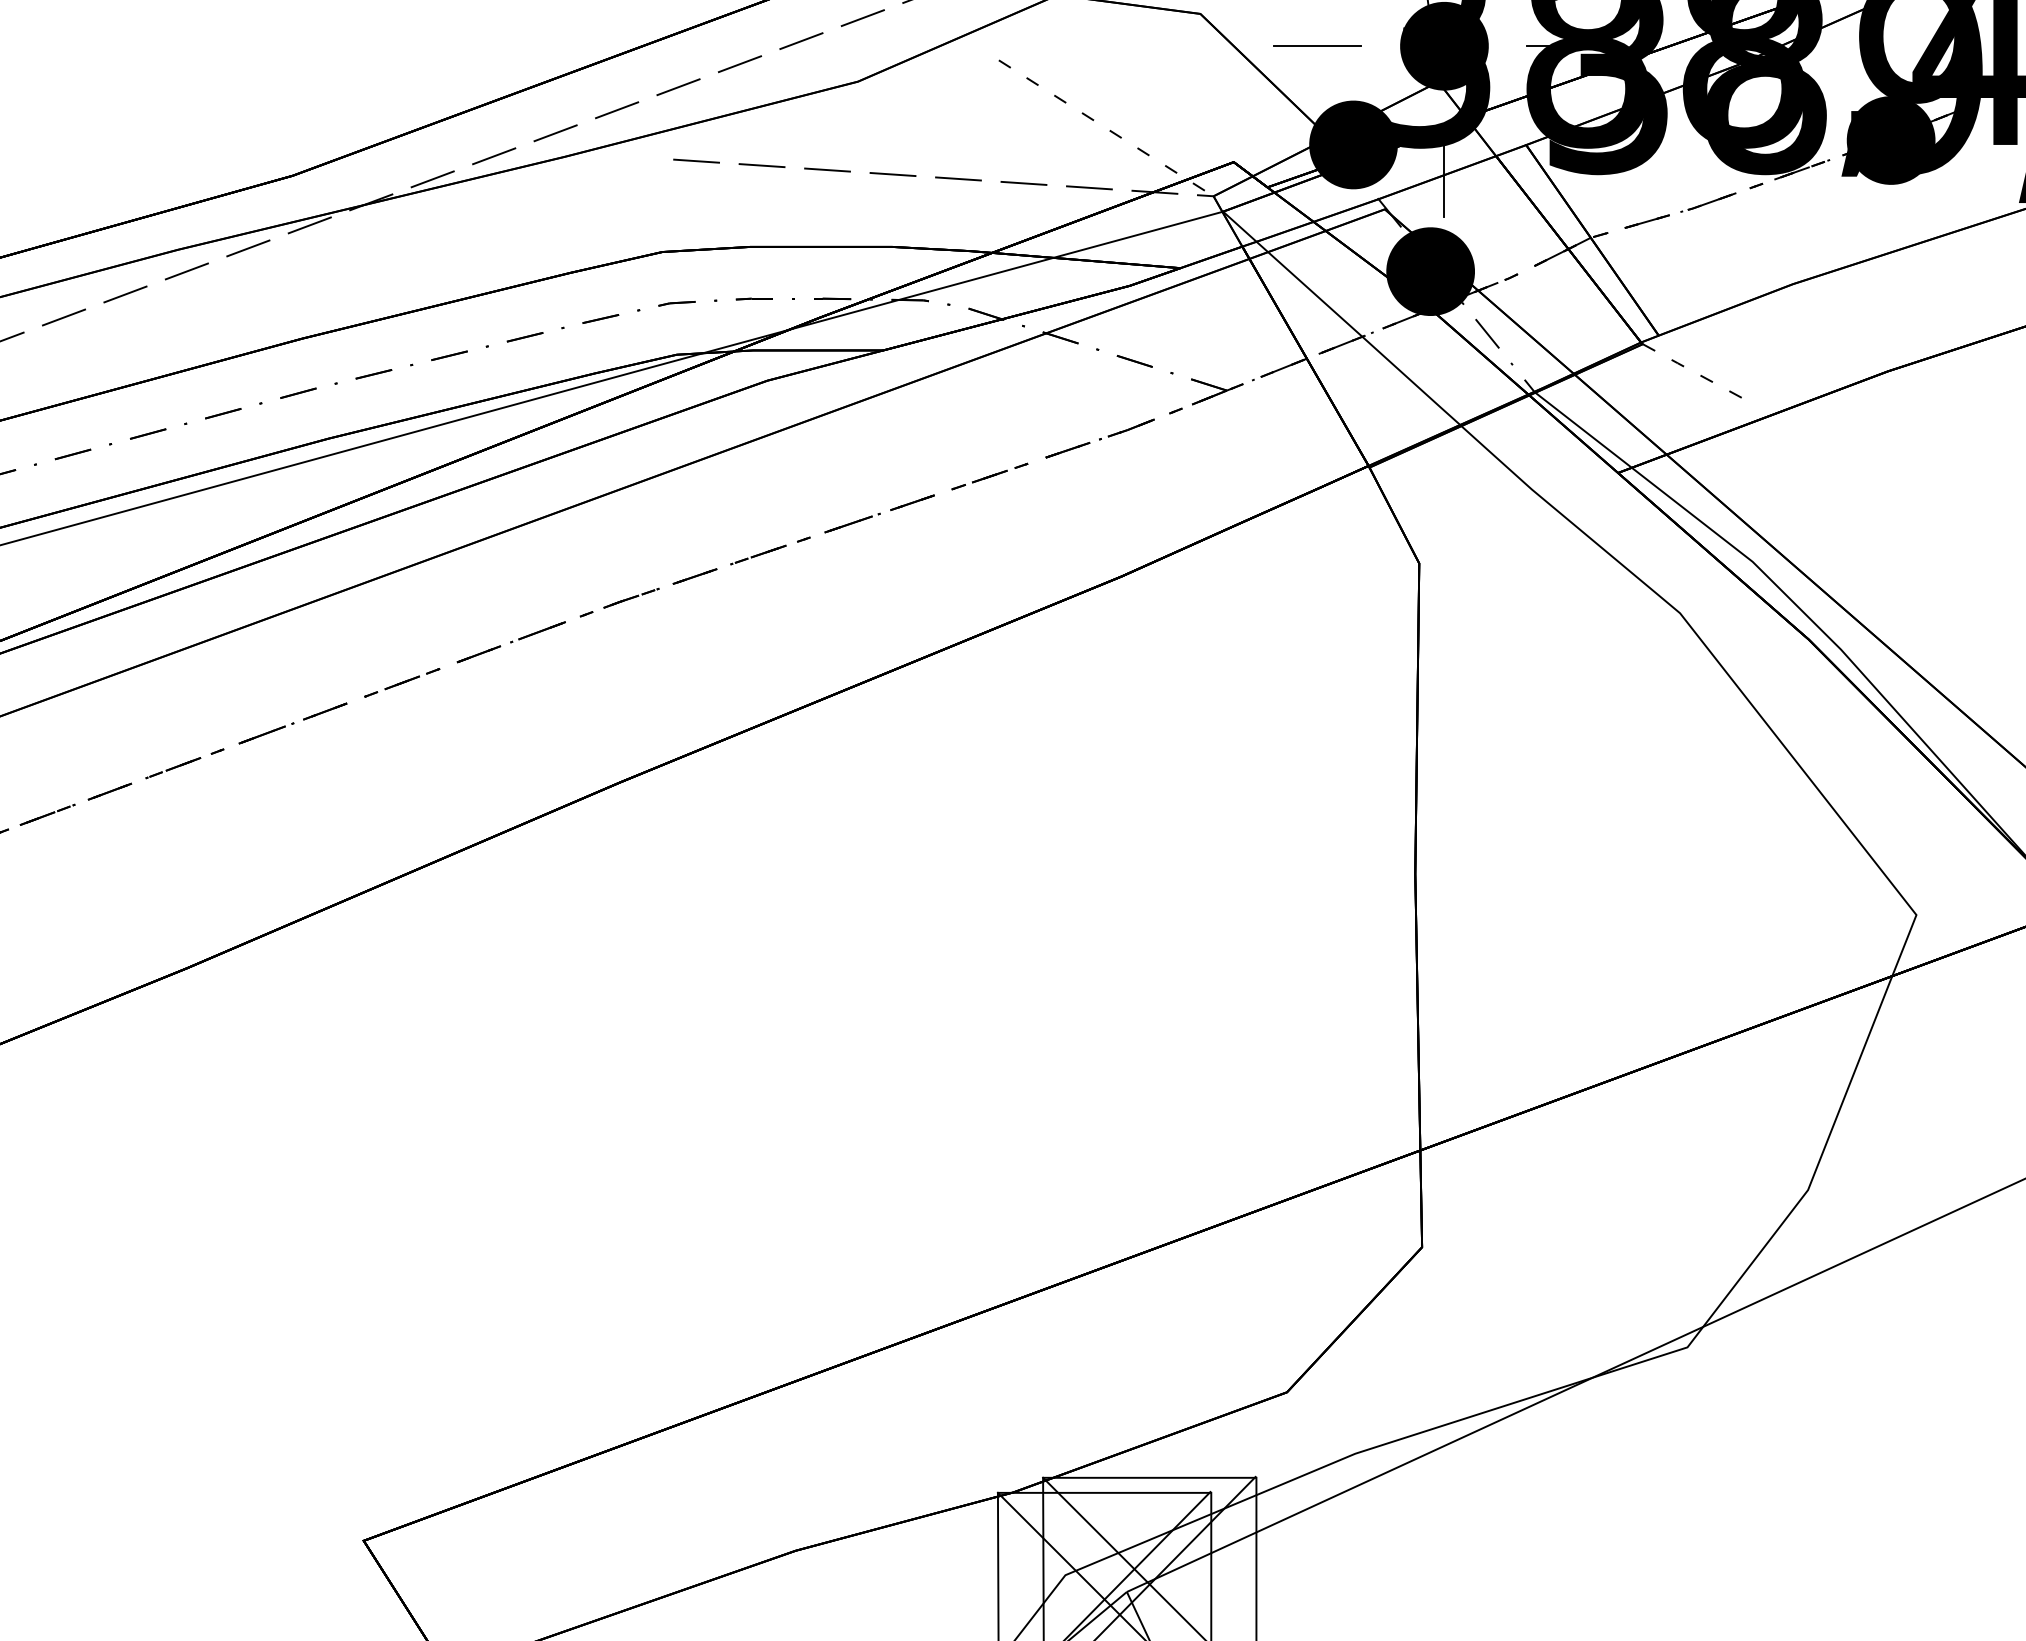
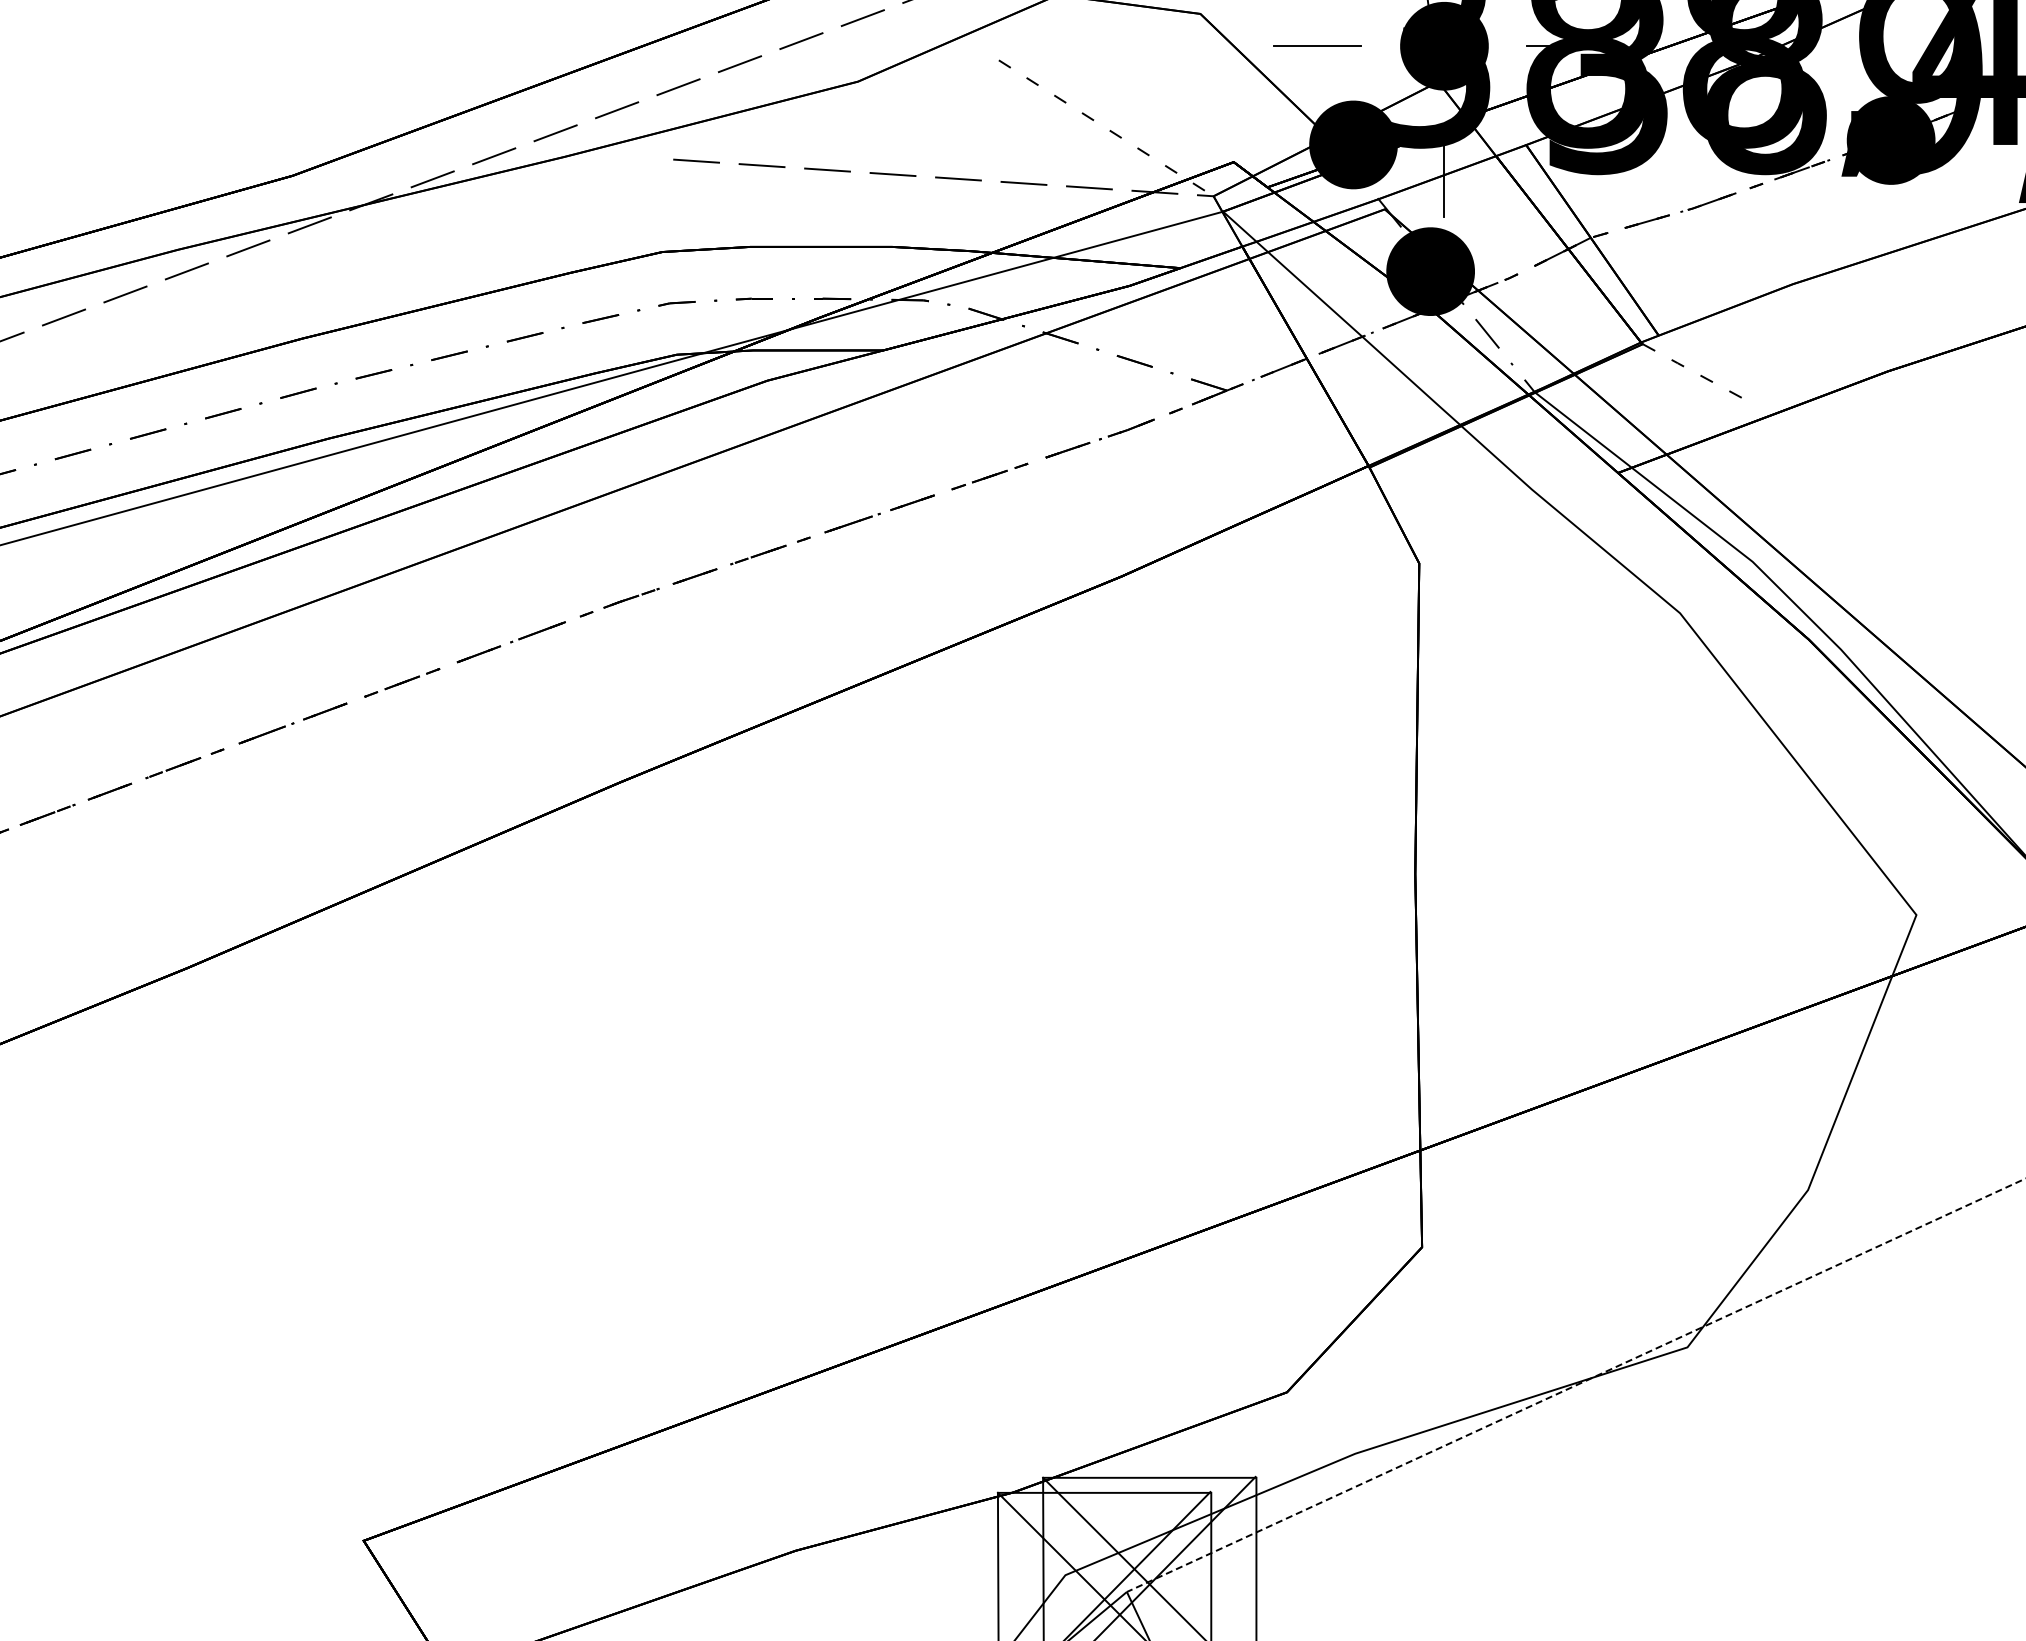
line at (1576, 1385): solid -> dashed
